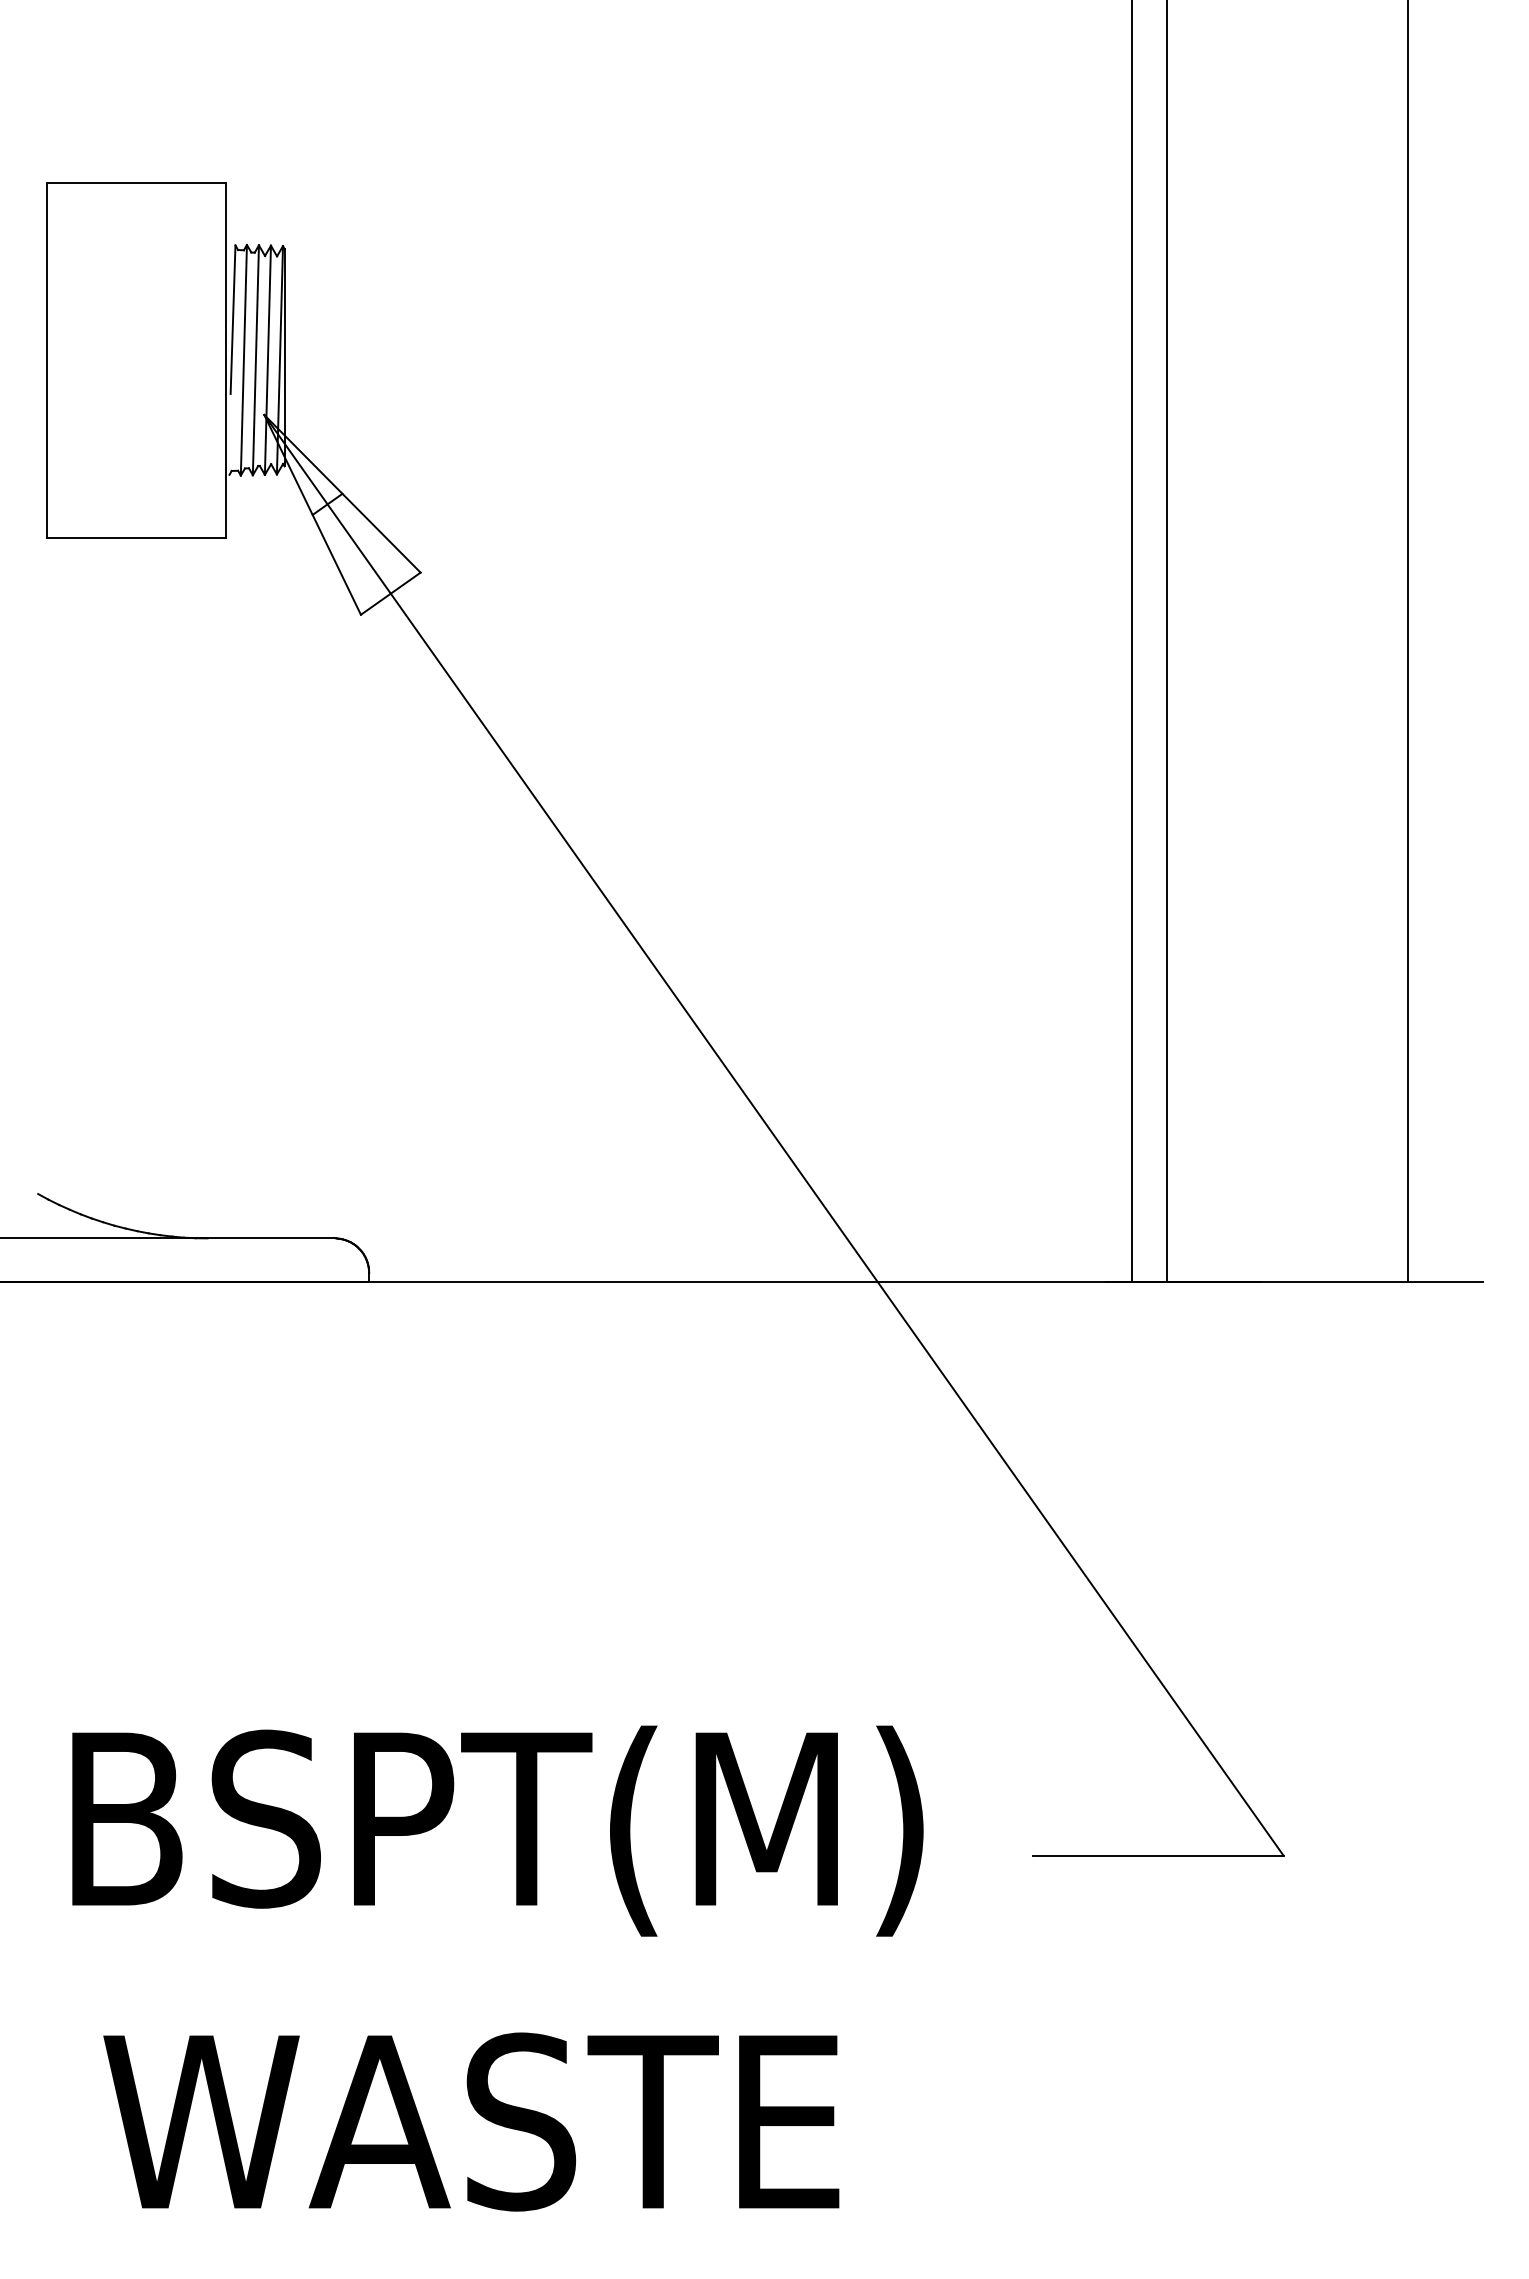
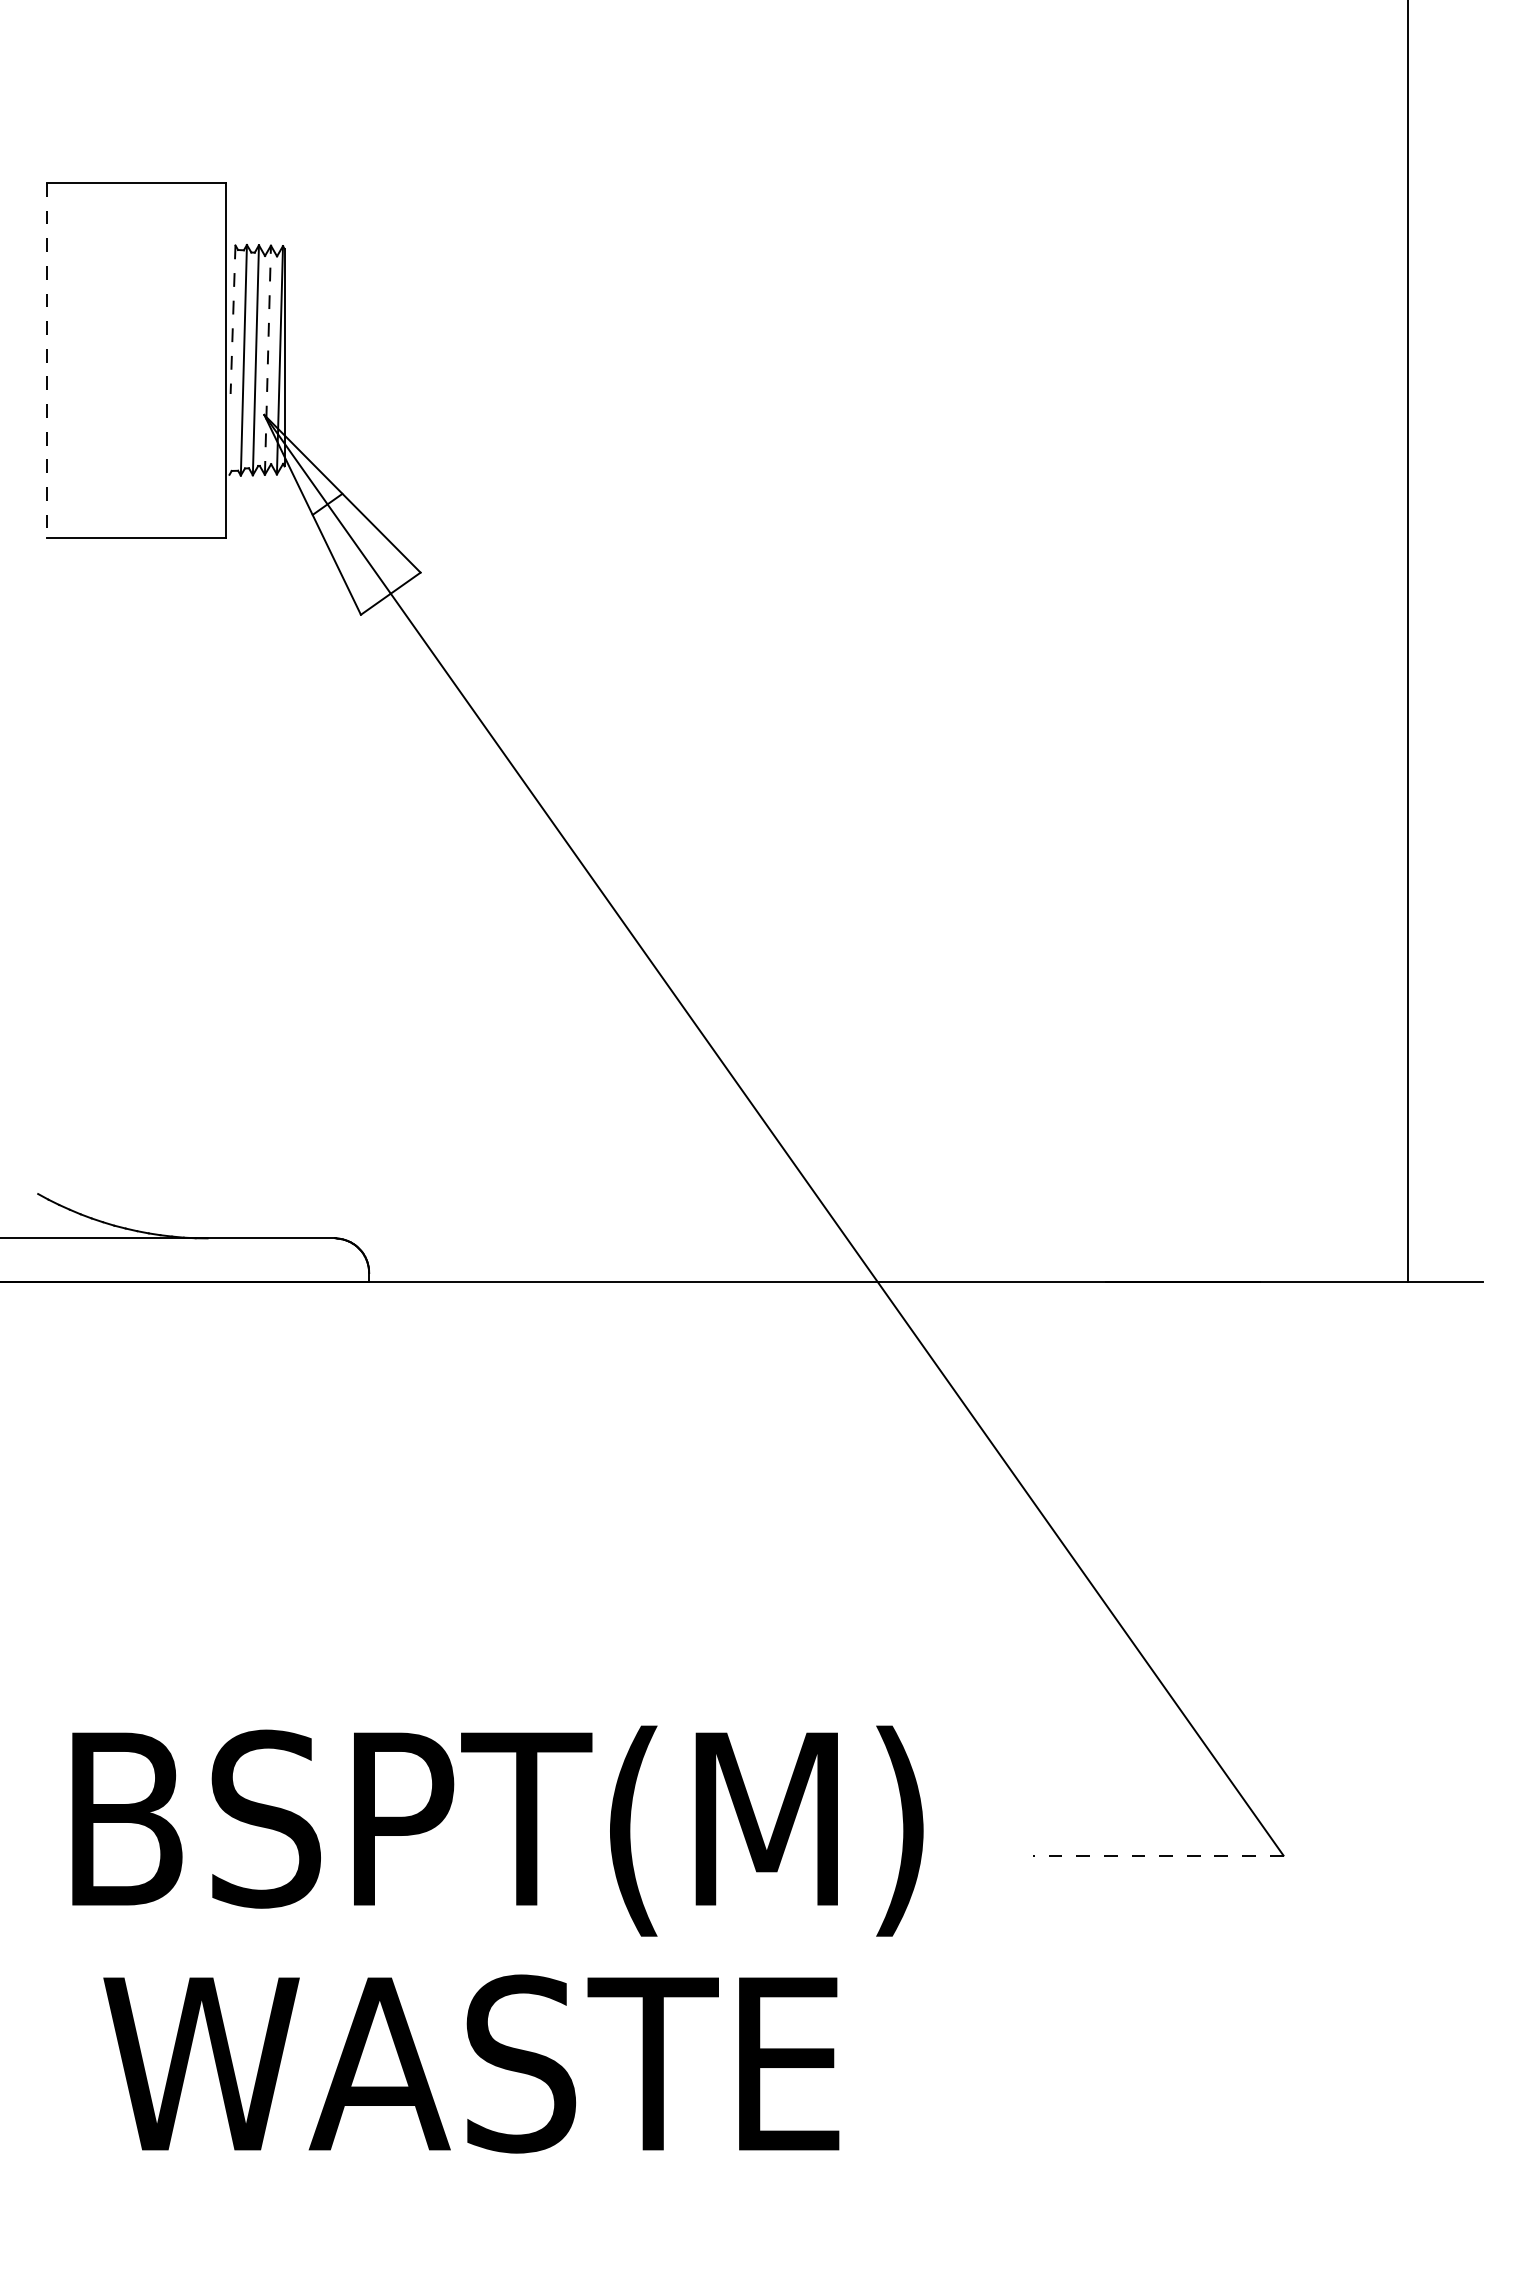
line at (233, 320): solid -> dashed
line at (47, 360): solid -> dashed
line at (267, 360): solid -> dashed
line at (1132, 641): present -> none
line at (1166, 641): present -> none
line at (1157, 1855): solid -> dashed
text at (471, 2121) position: (471, 2121) -> (471, 2063)
